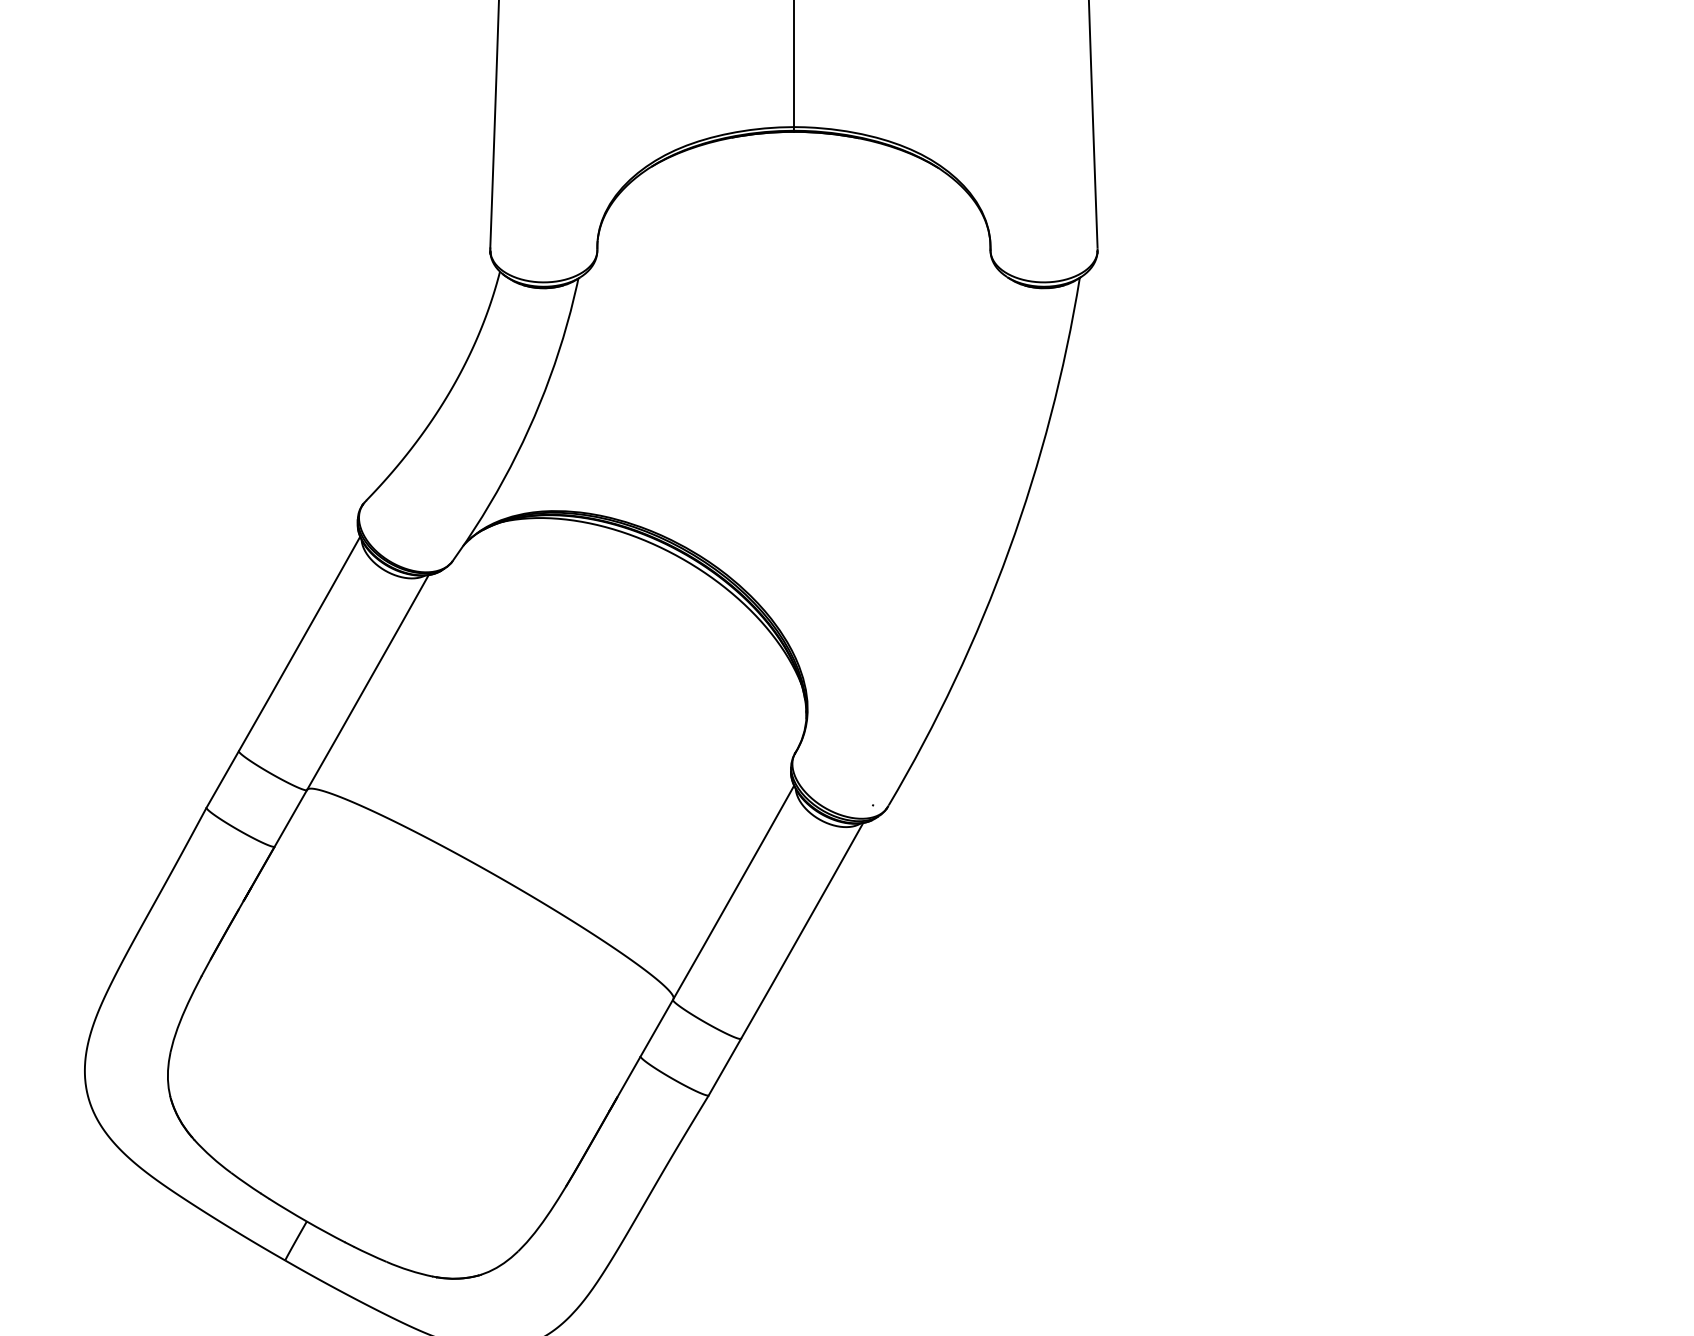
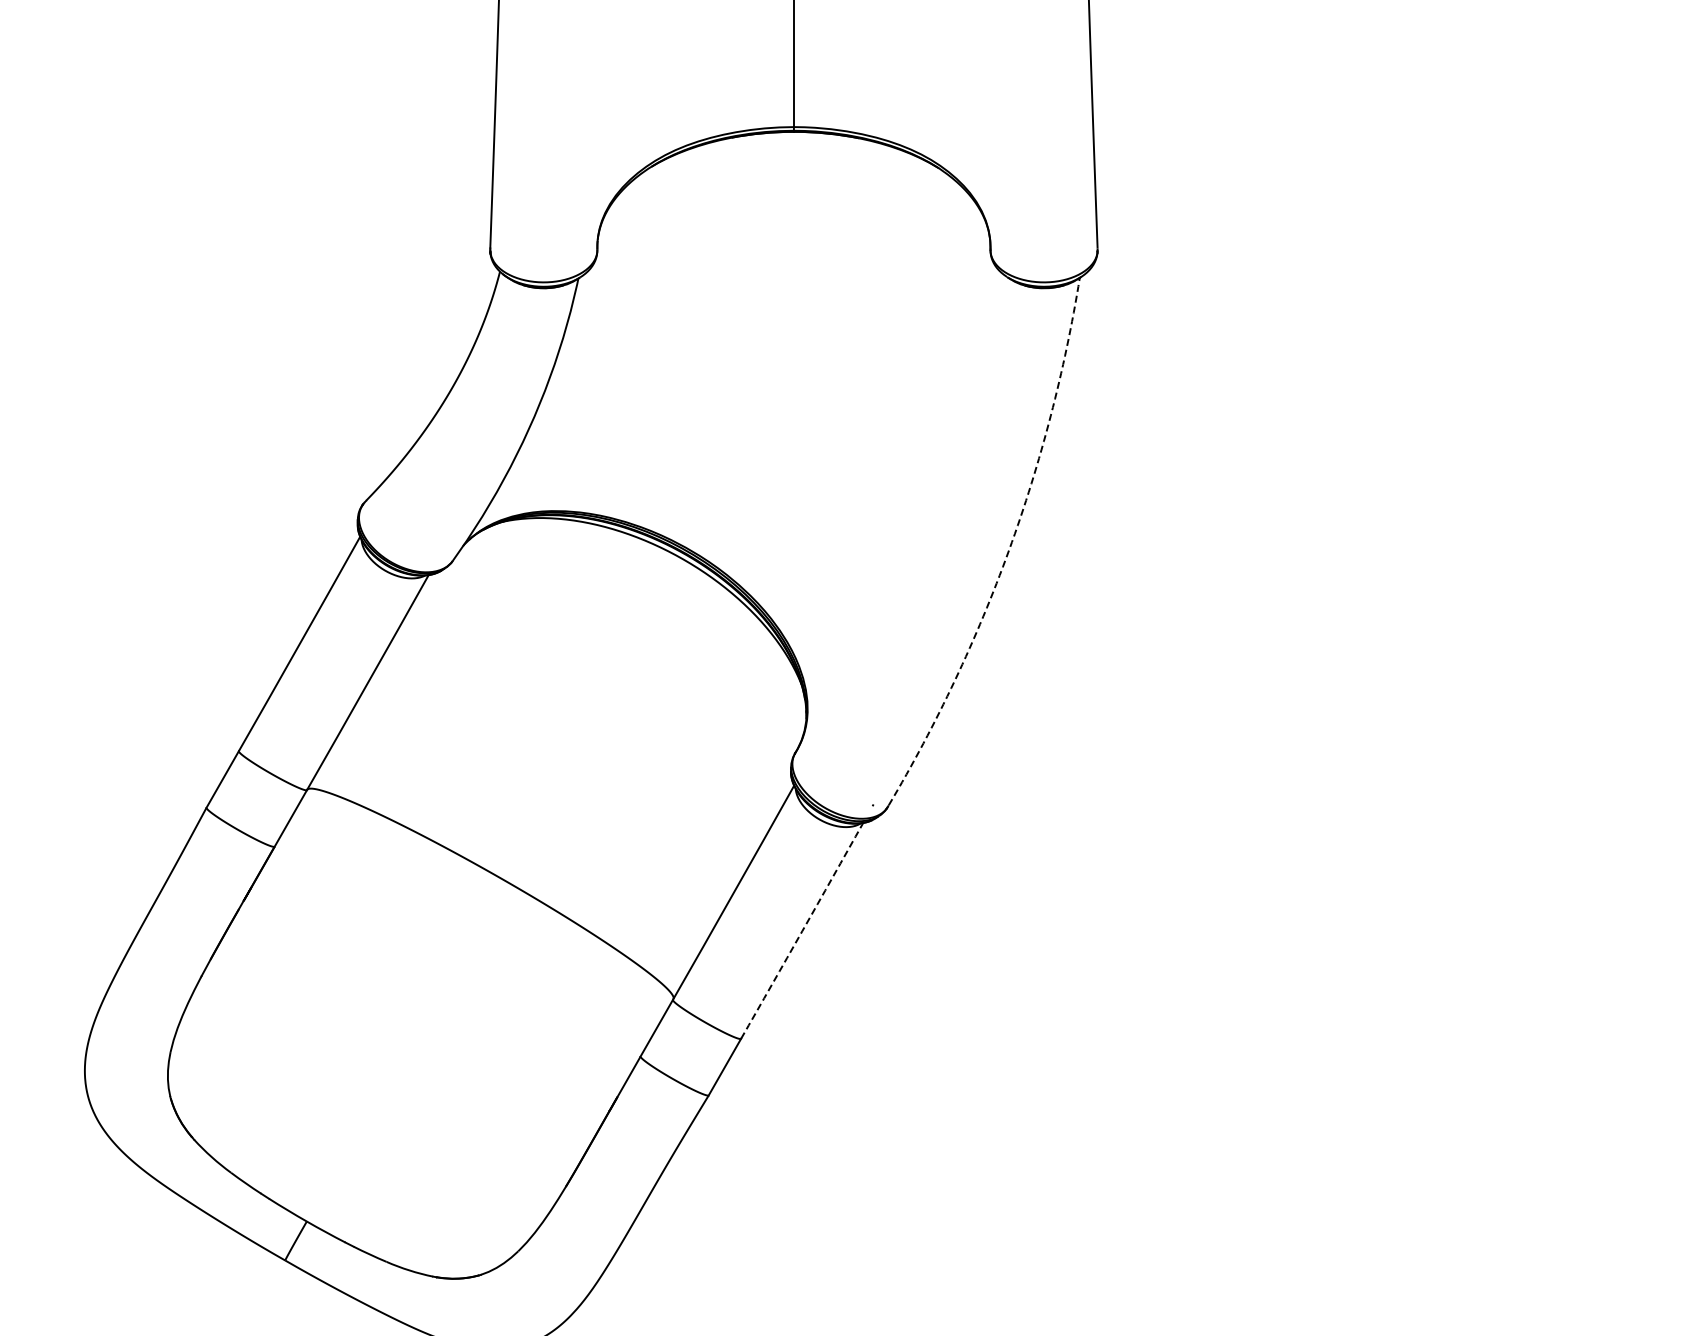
arc at (1009, 550): solid -> dashed
arc at (802, 931): solid -> dashed
